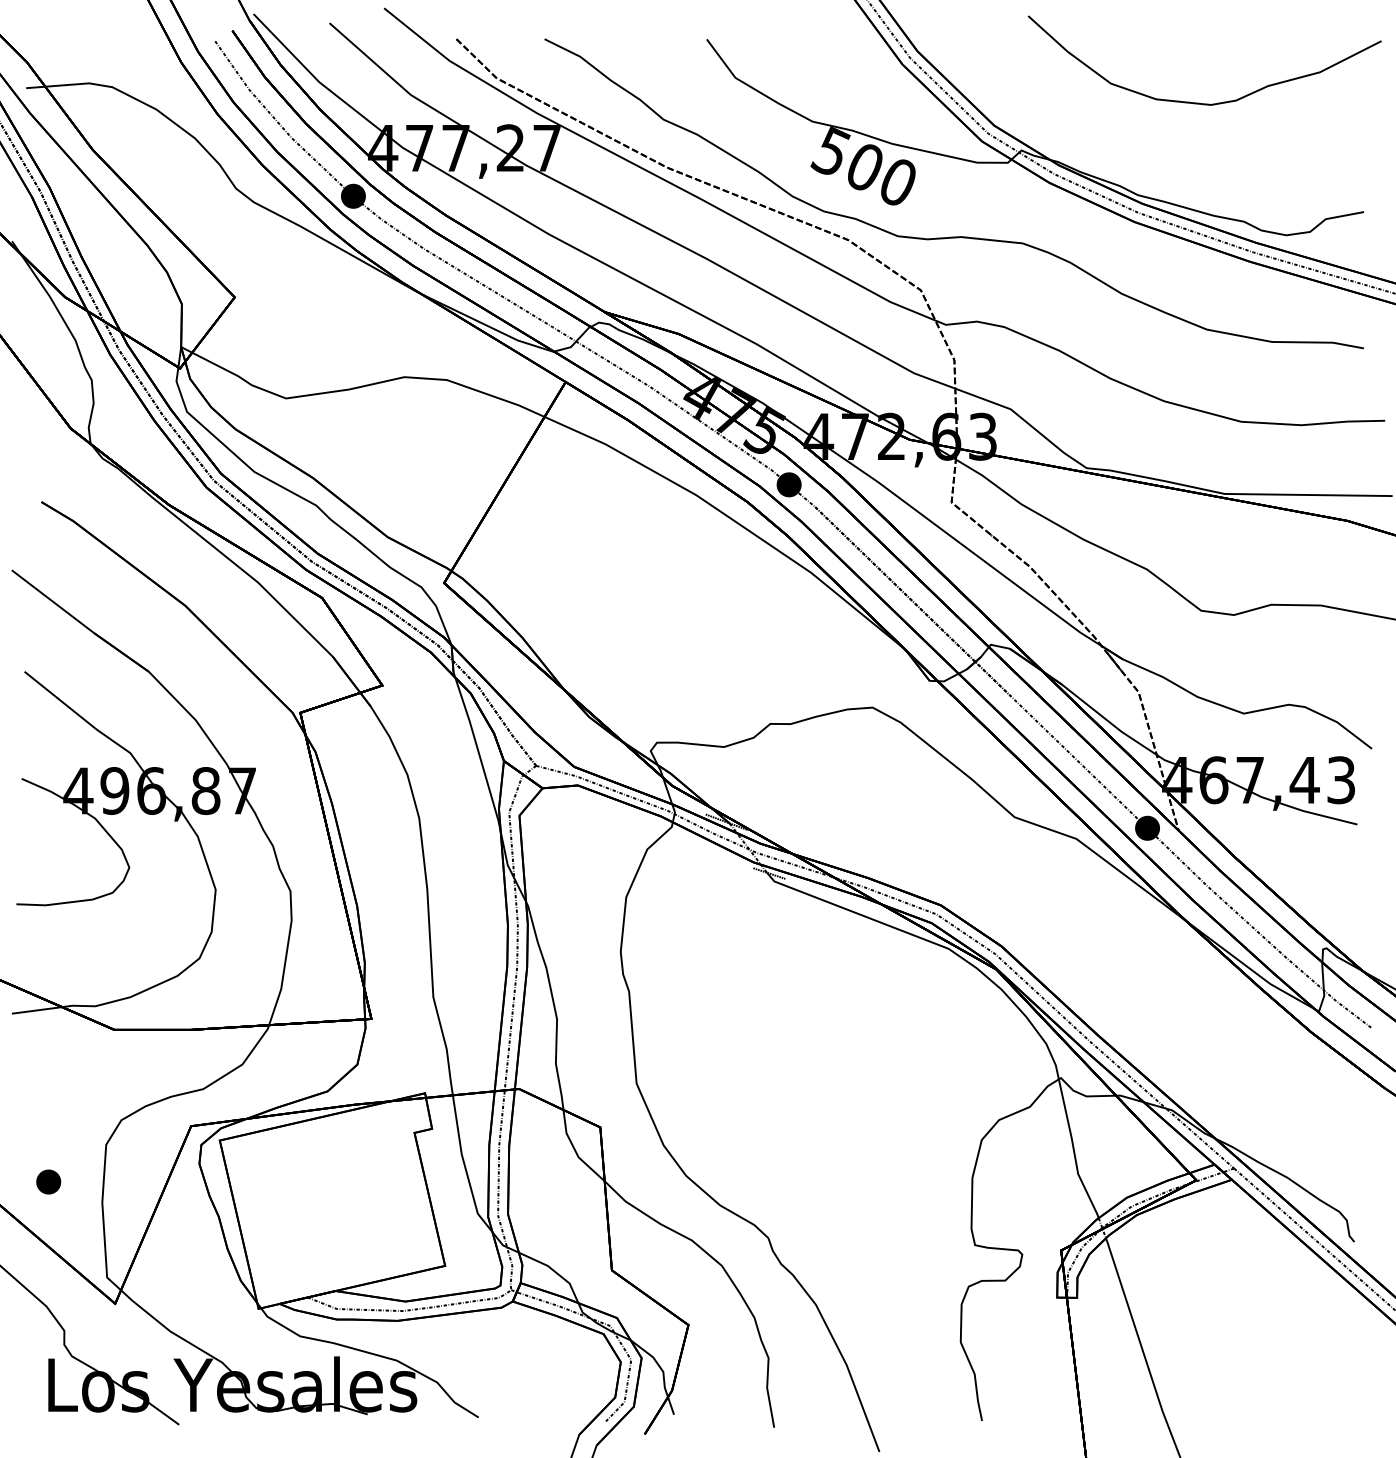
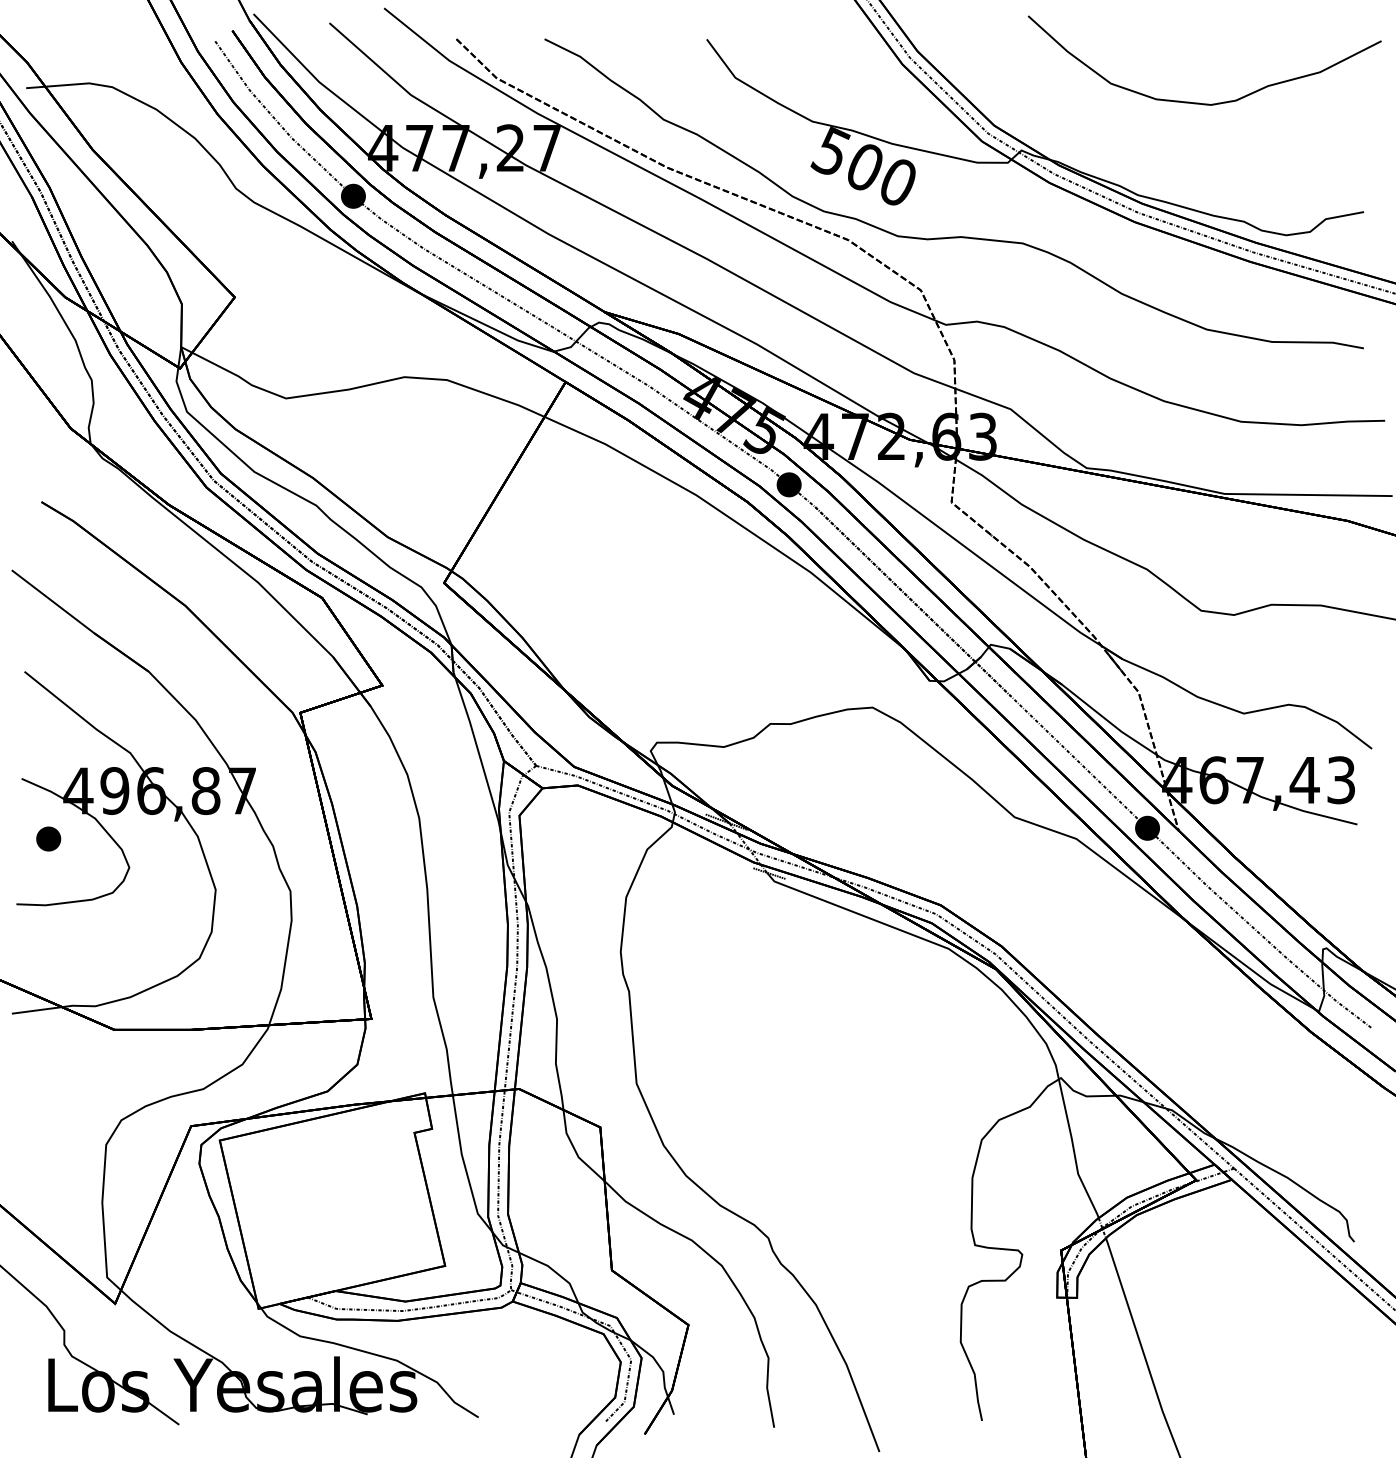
part at (48, 1181) position: (48, 1181) -> (48, 838)
